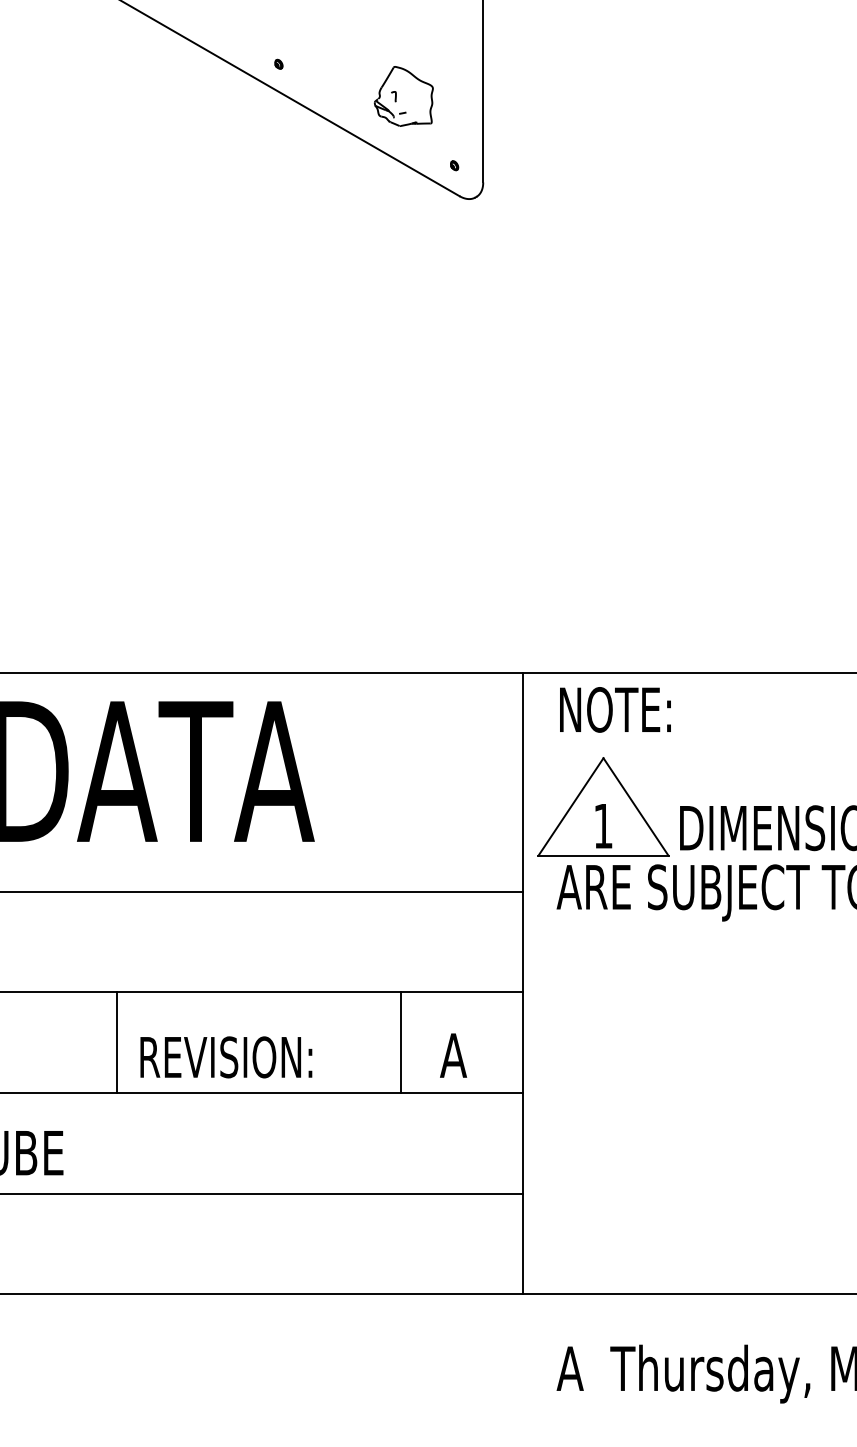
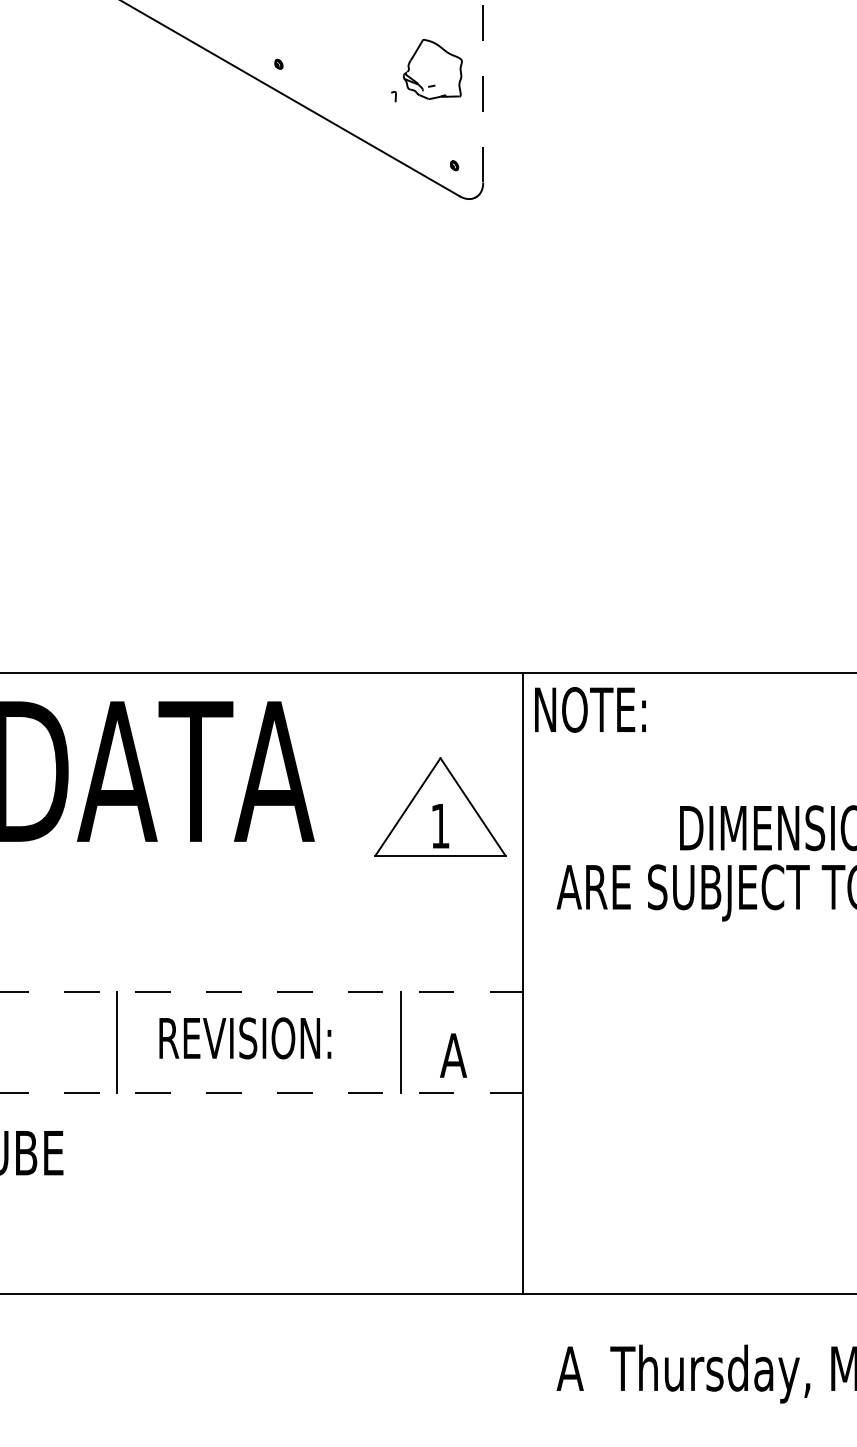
line at (483, 91): solid -> dashed
part at (403, 96) position: (403, 96) -> (432, 69)
text at (615, 709) position: (615, 709) -> (590, 709)
part at (603, 806) position: (603, 806) -> (440, 806)
line at (262, 891): present -> none
line at (262, 992): solid -> dashed
text at (226, 1057) position: (226, 1057) -> (245, 1038)
line at (262, 1092): solid -> dashed
line at (262, 1193): present -> none
